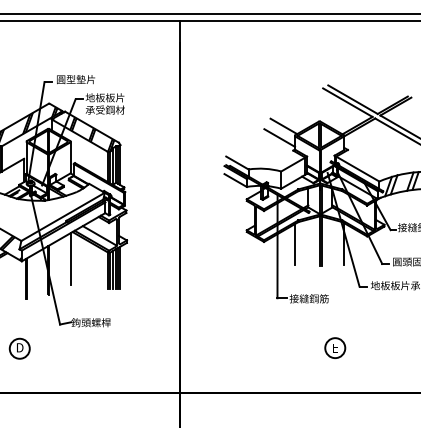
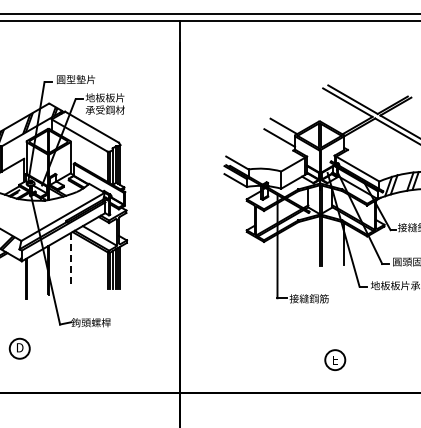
hatch at (83, 134): present -> none
line at (295, 244): present -> none
line at (70, 259): solid -> dashed
part at (335, 347) position: (335, 347) -> (335, 359)
